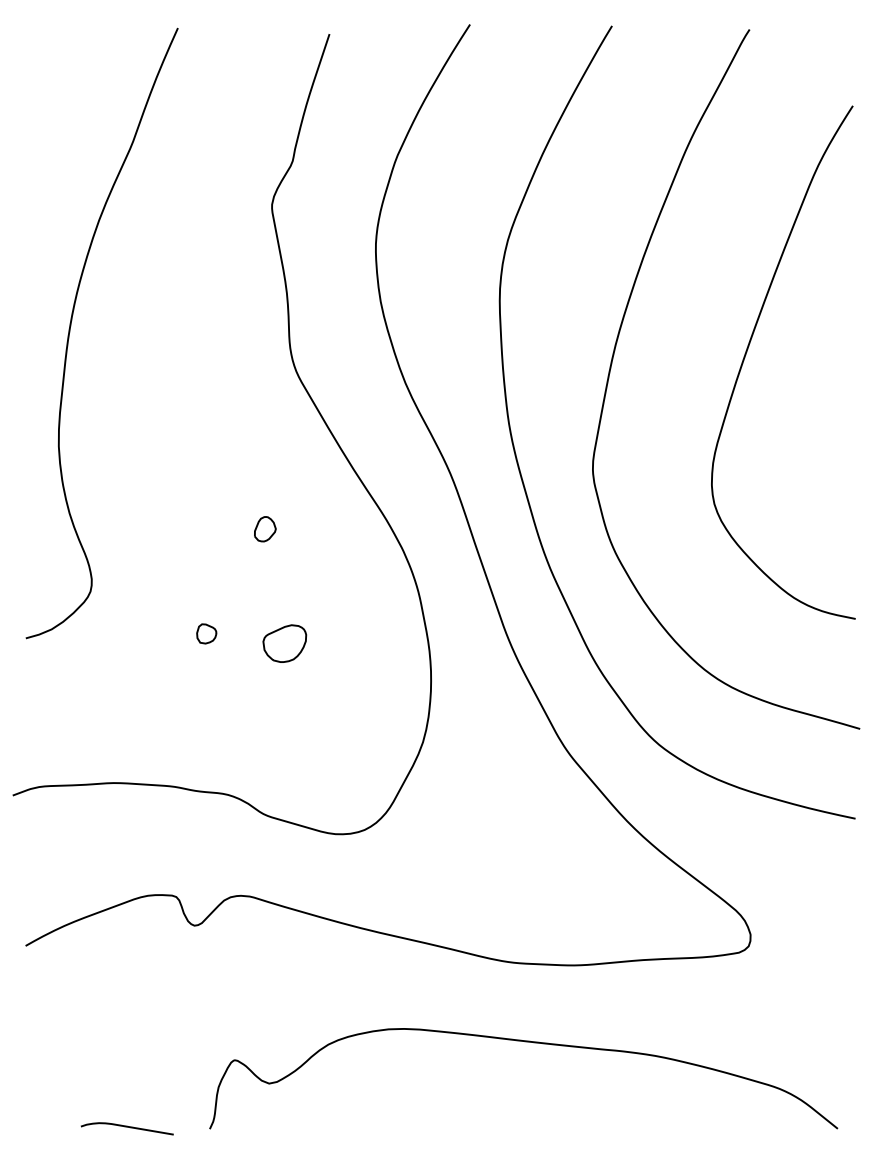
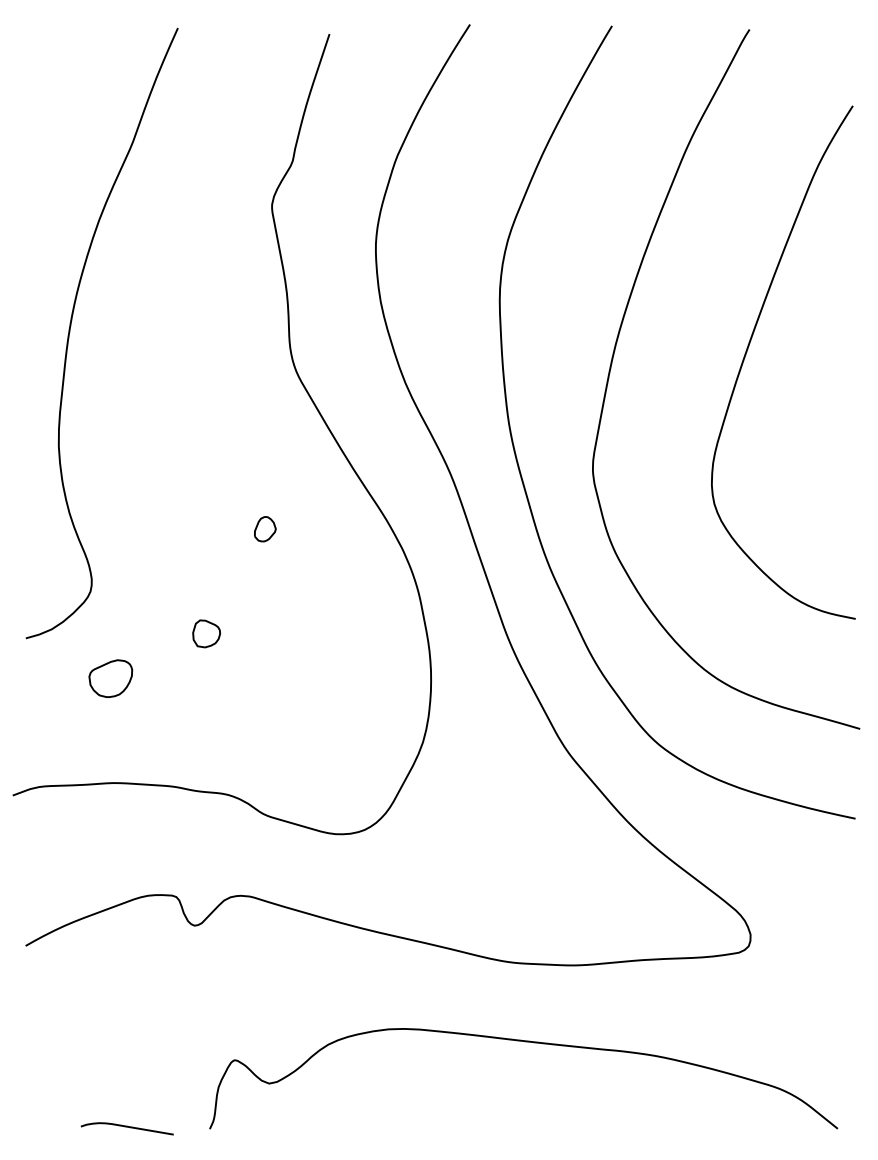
part at (206, 633) size: 22x22 px -> 30x30 px
part at (284, 643) position: (284, 643) -> (110, 678)
